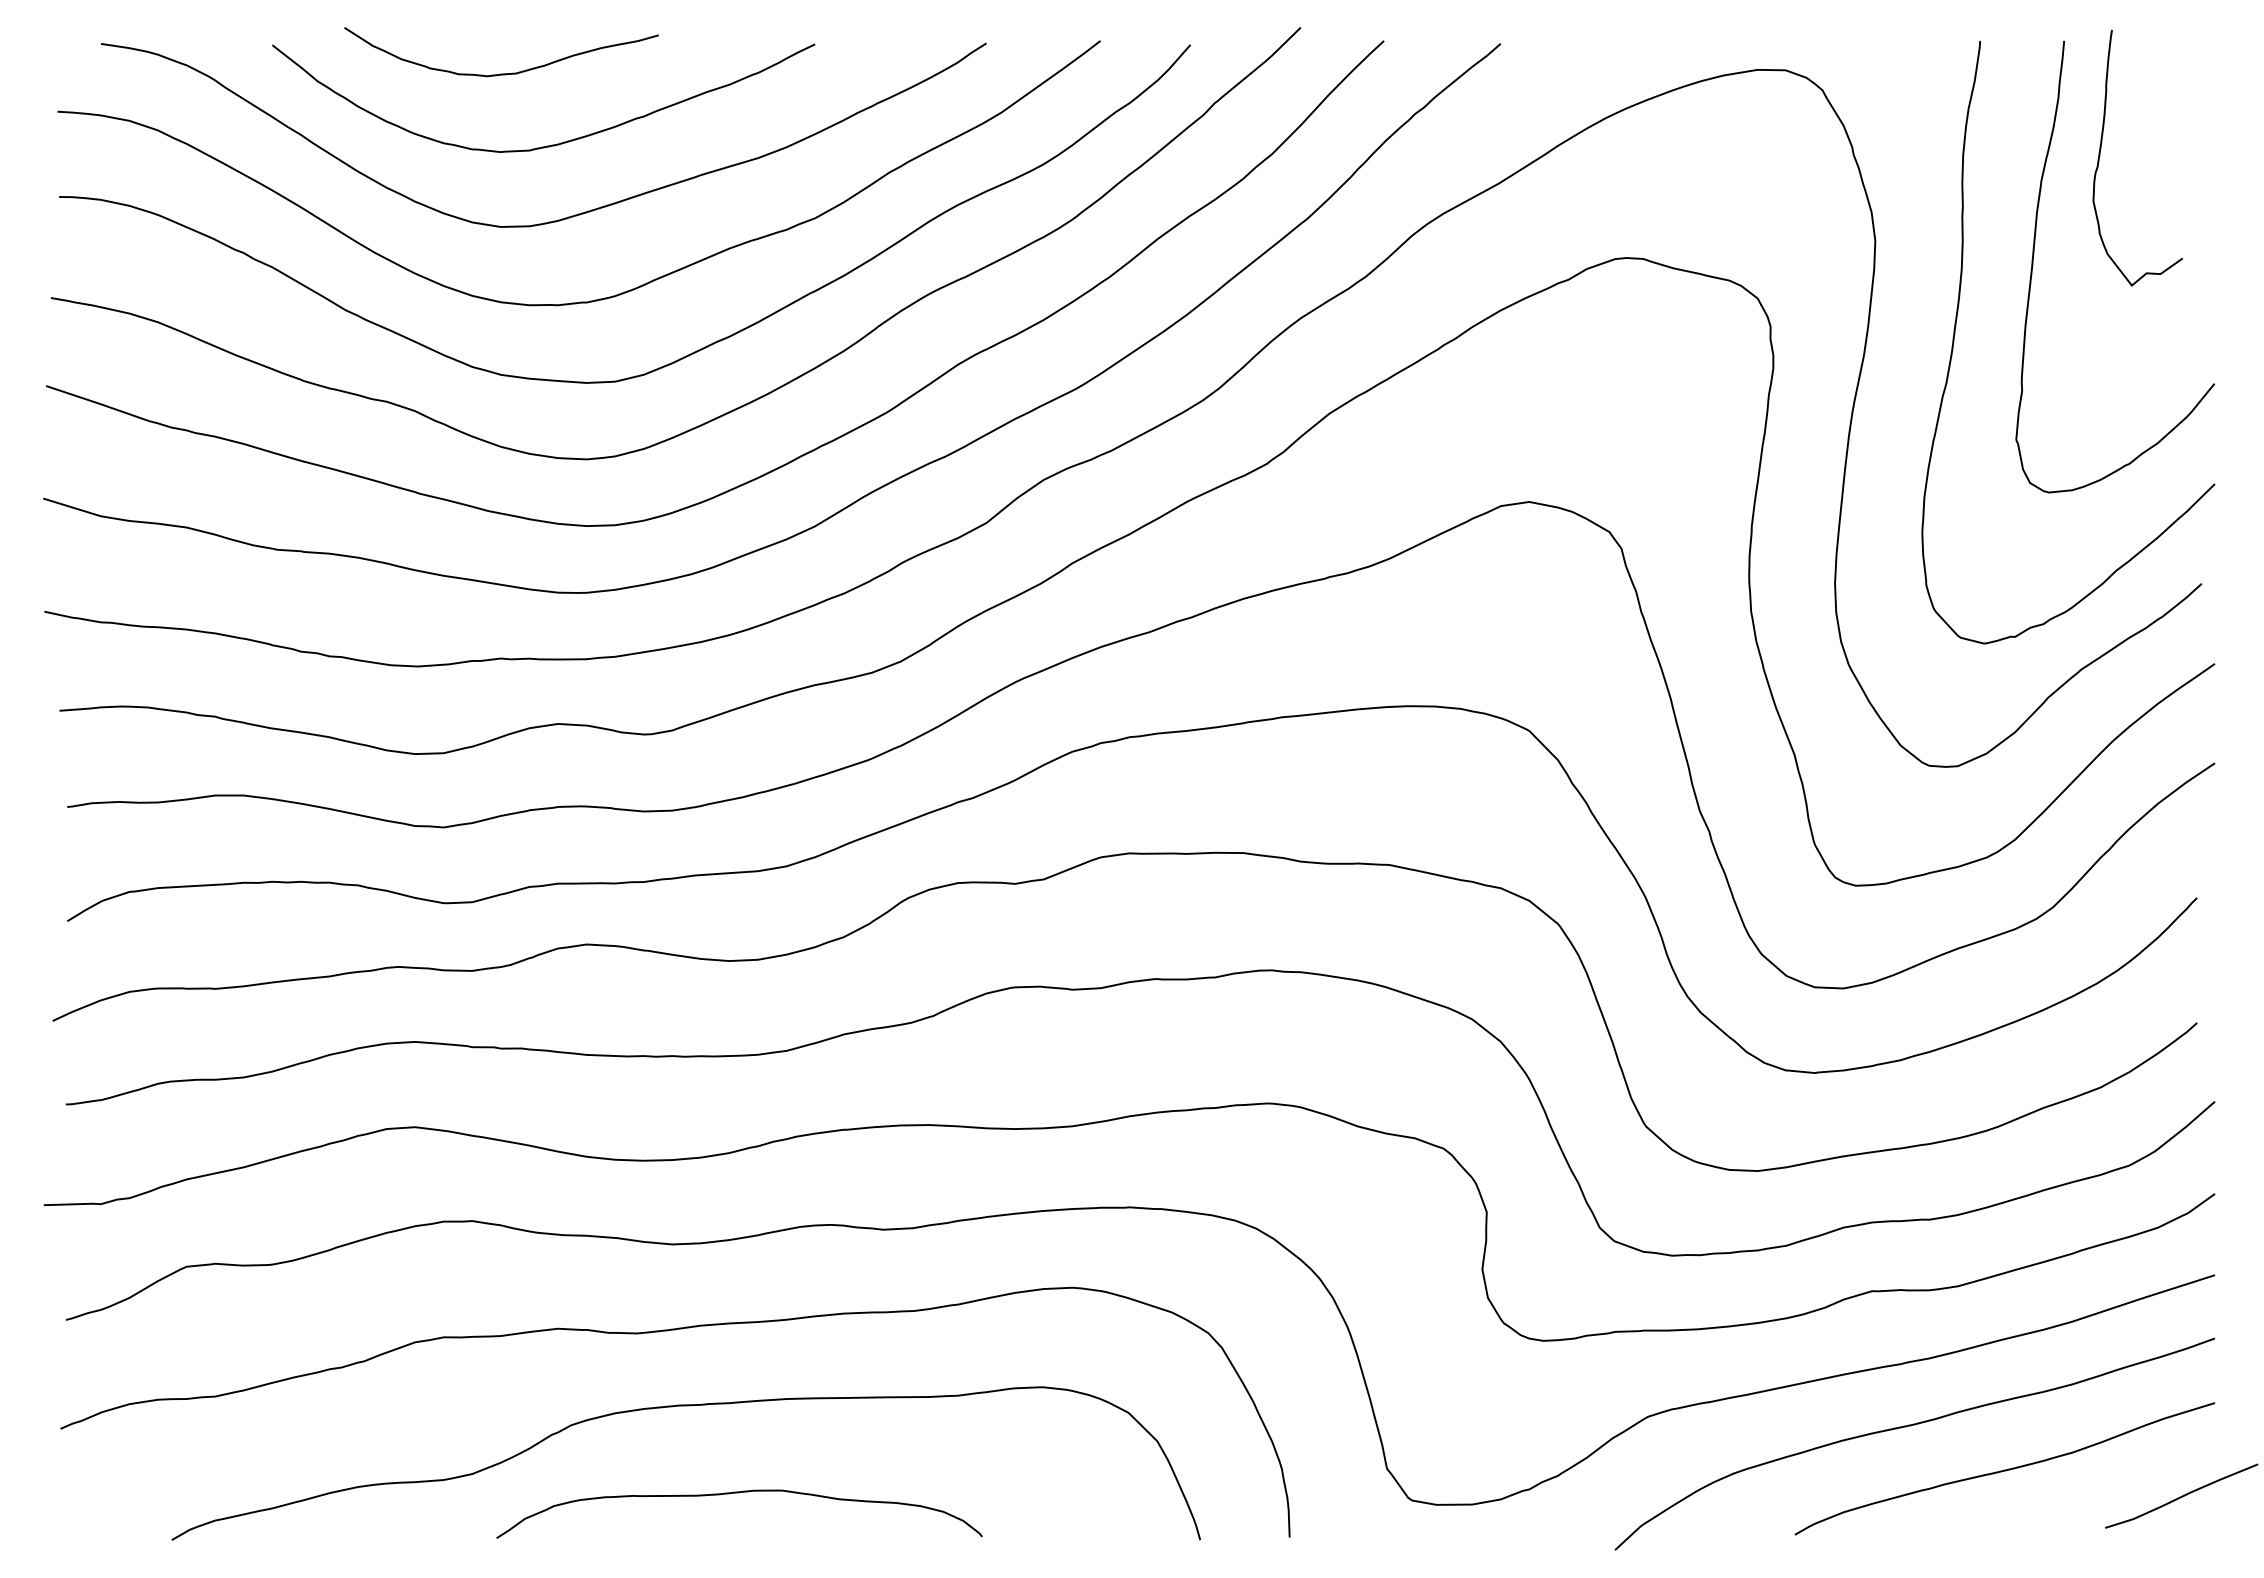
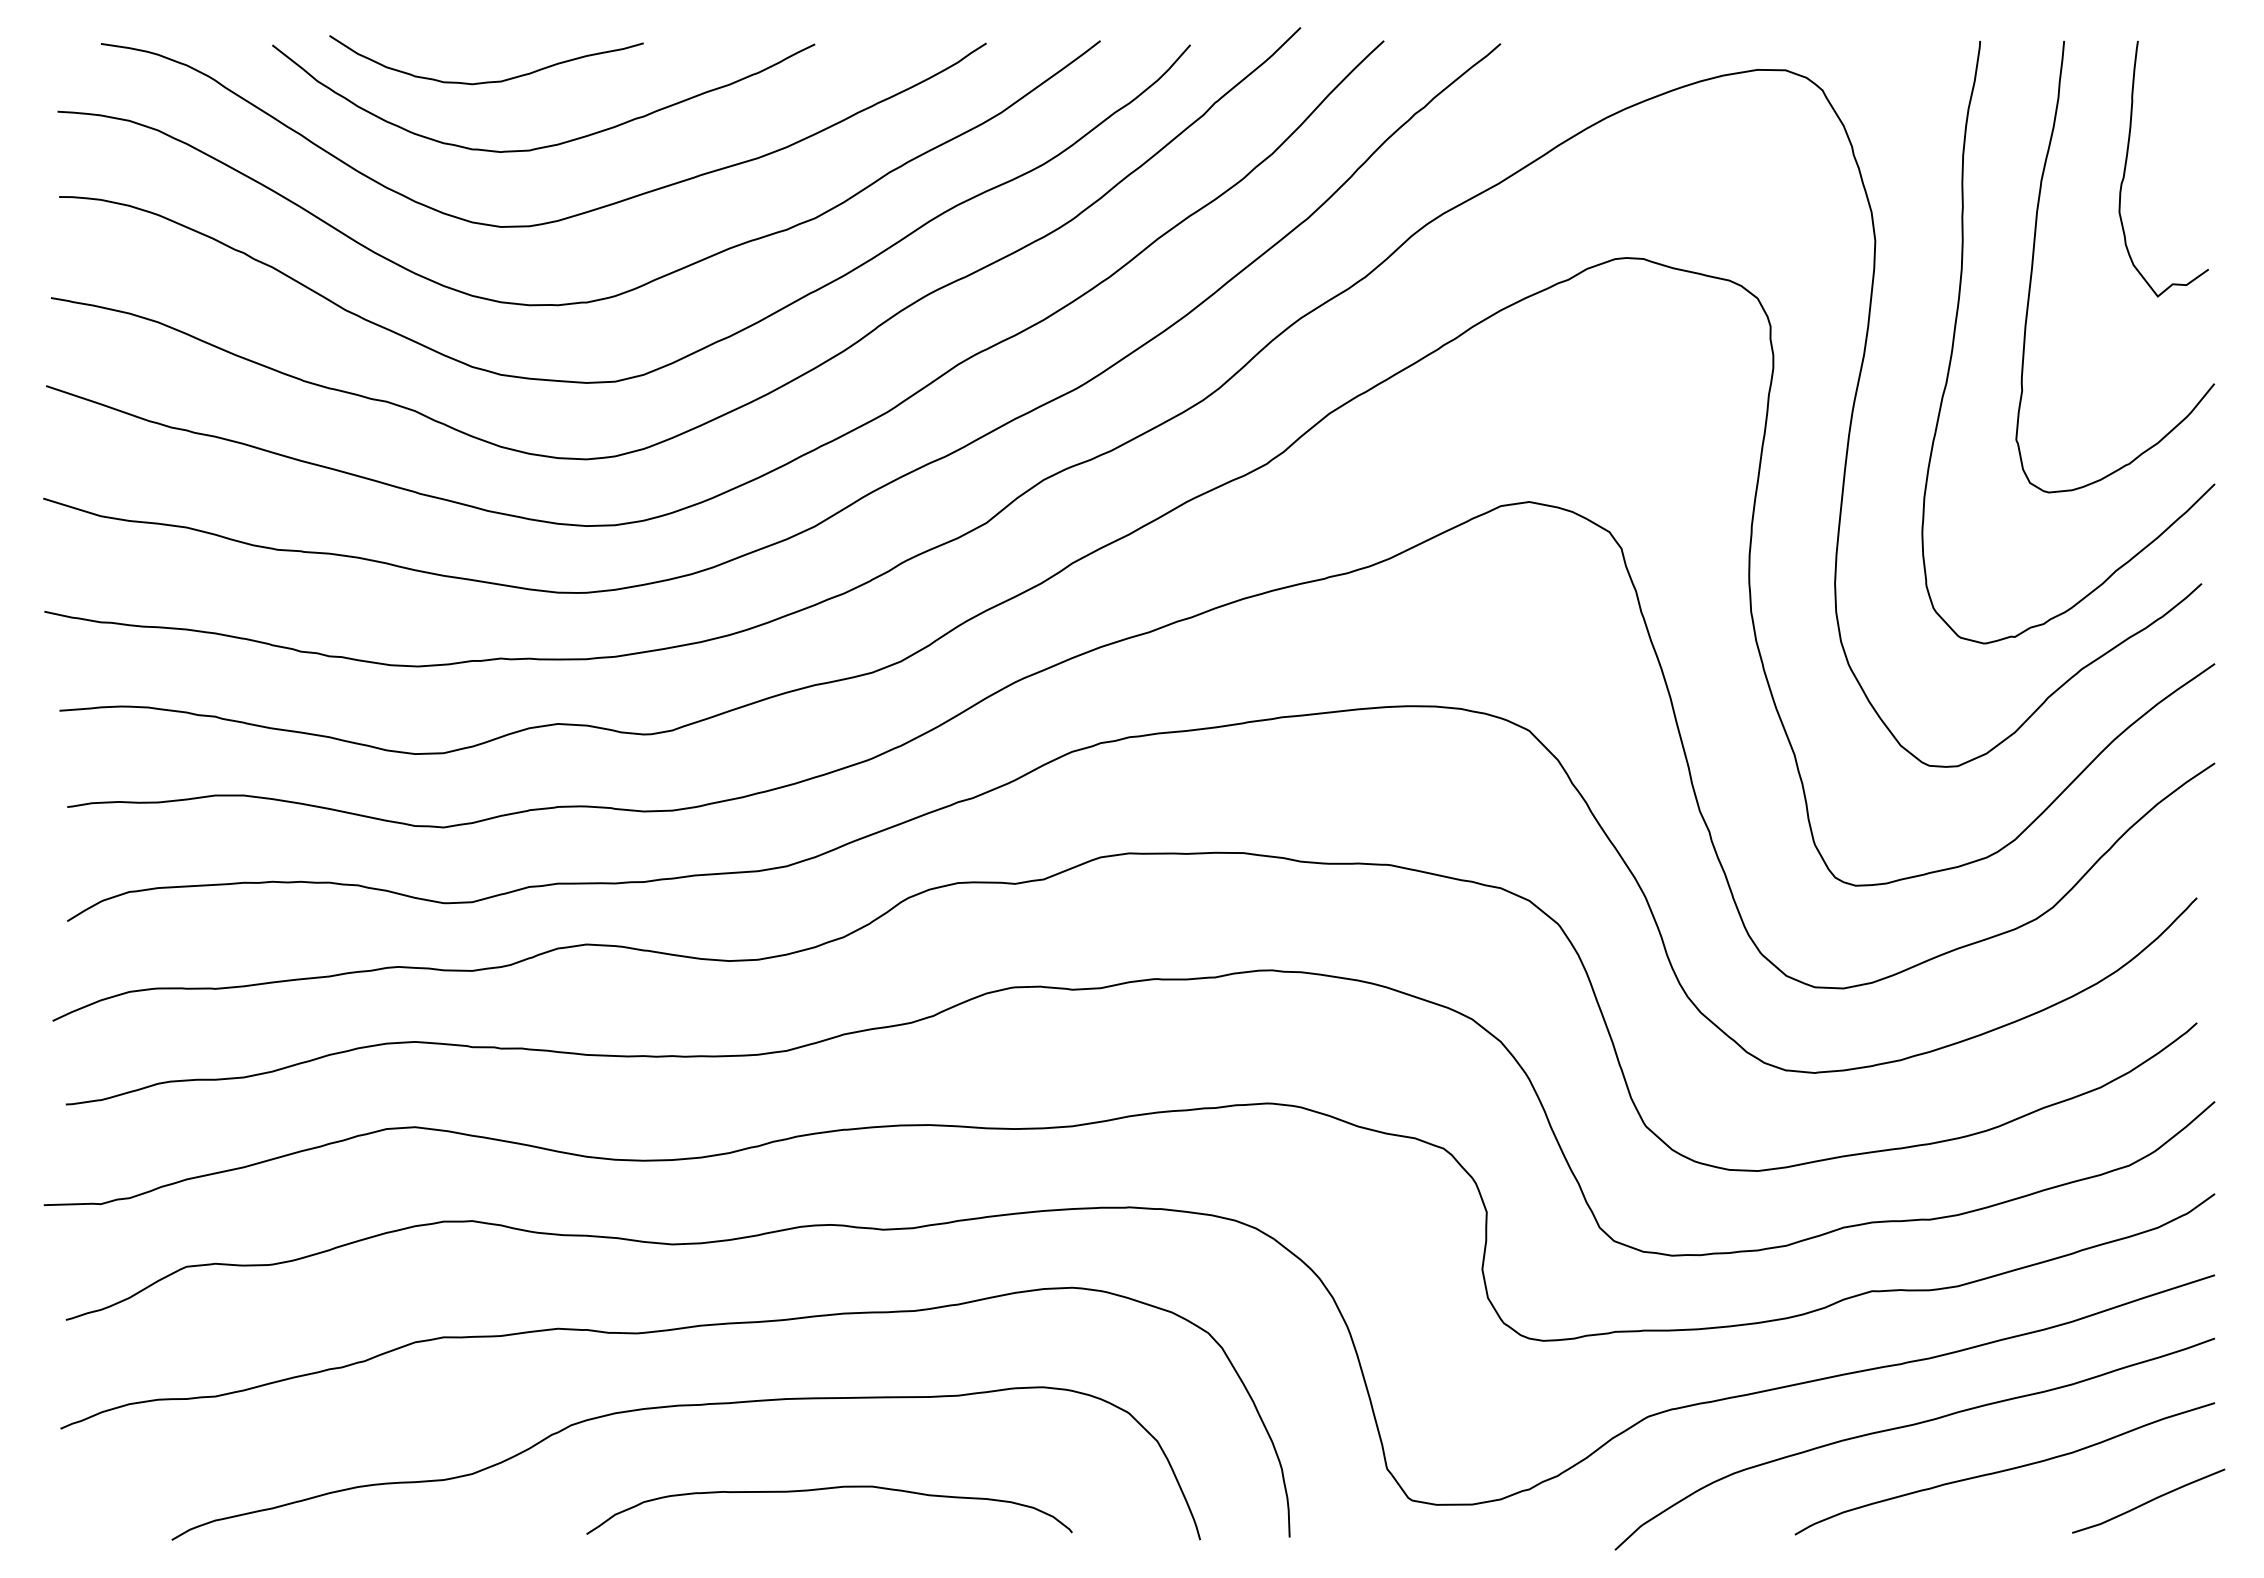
curve at (501, 73) position: (501, 73) -> (486, 81)
curve at (2101, 149) position: (2101, 149) -> (2127, 160)
curve at (739, 1493) position: (739, 1493) -> (829, 1489)
curve at (2181, 1495) position: (2181, 1495) -> (2148, 1500)
